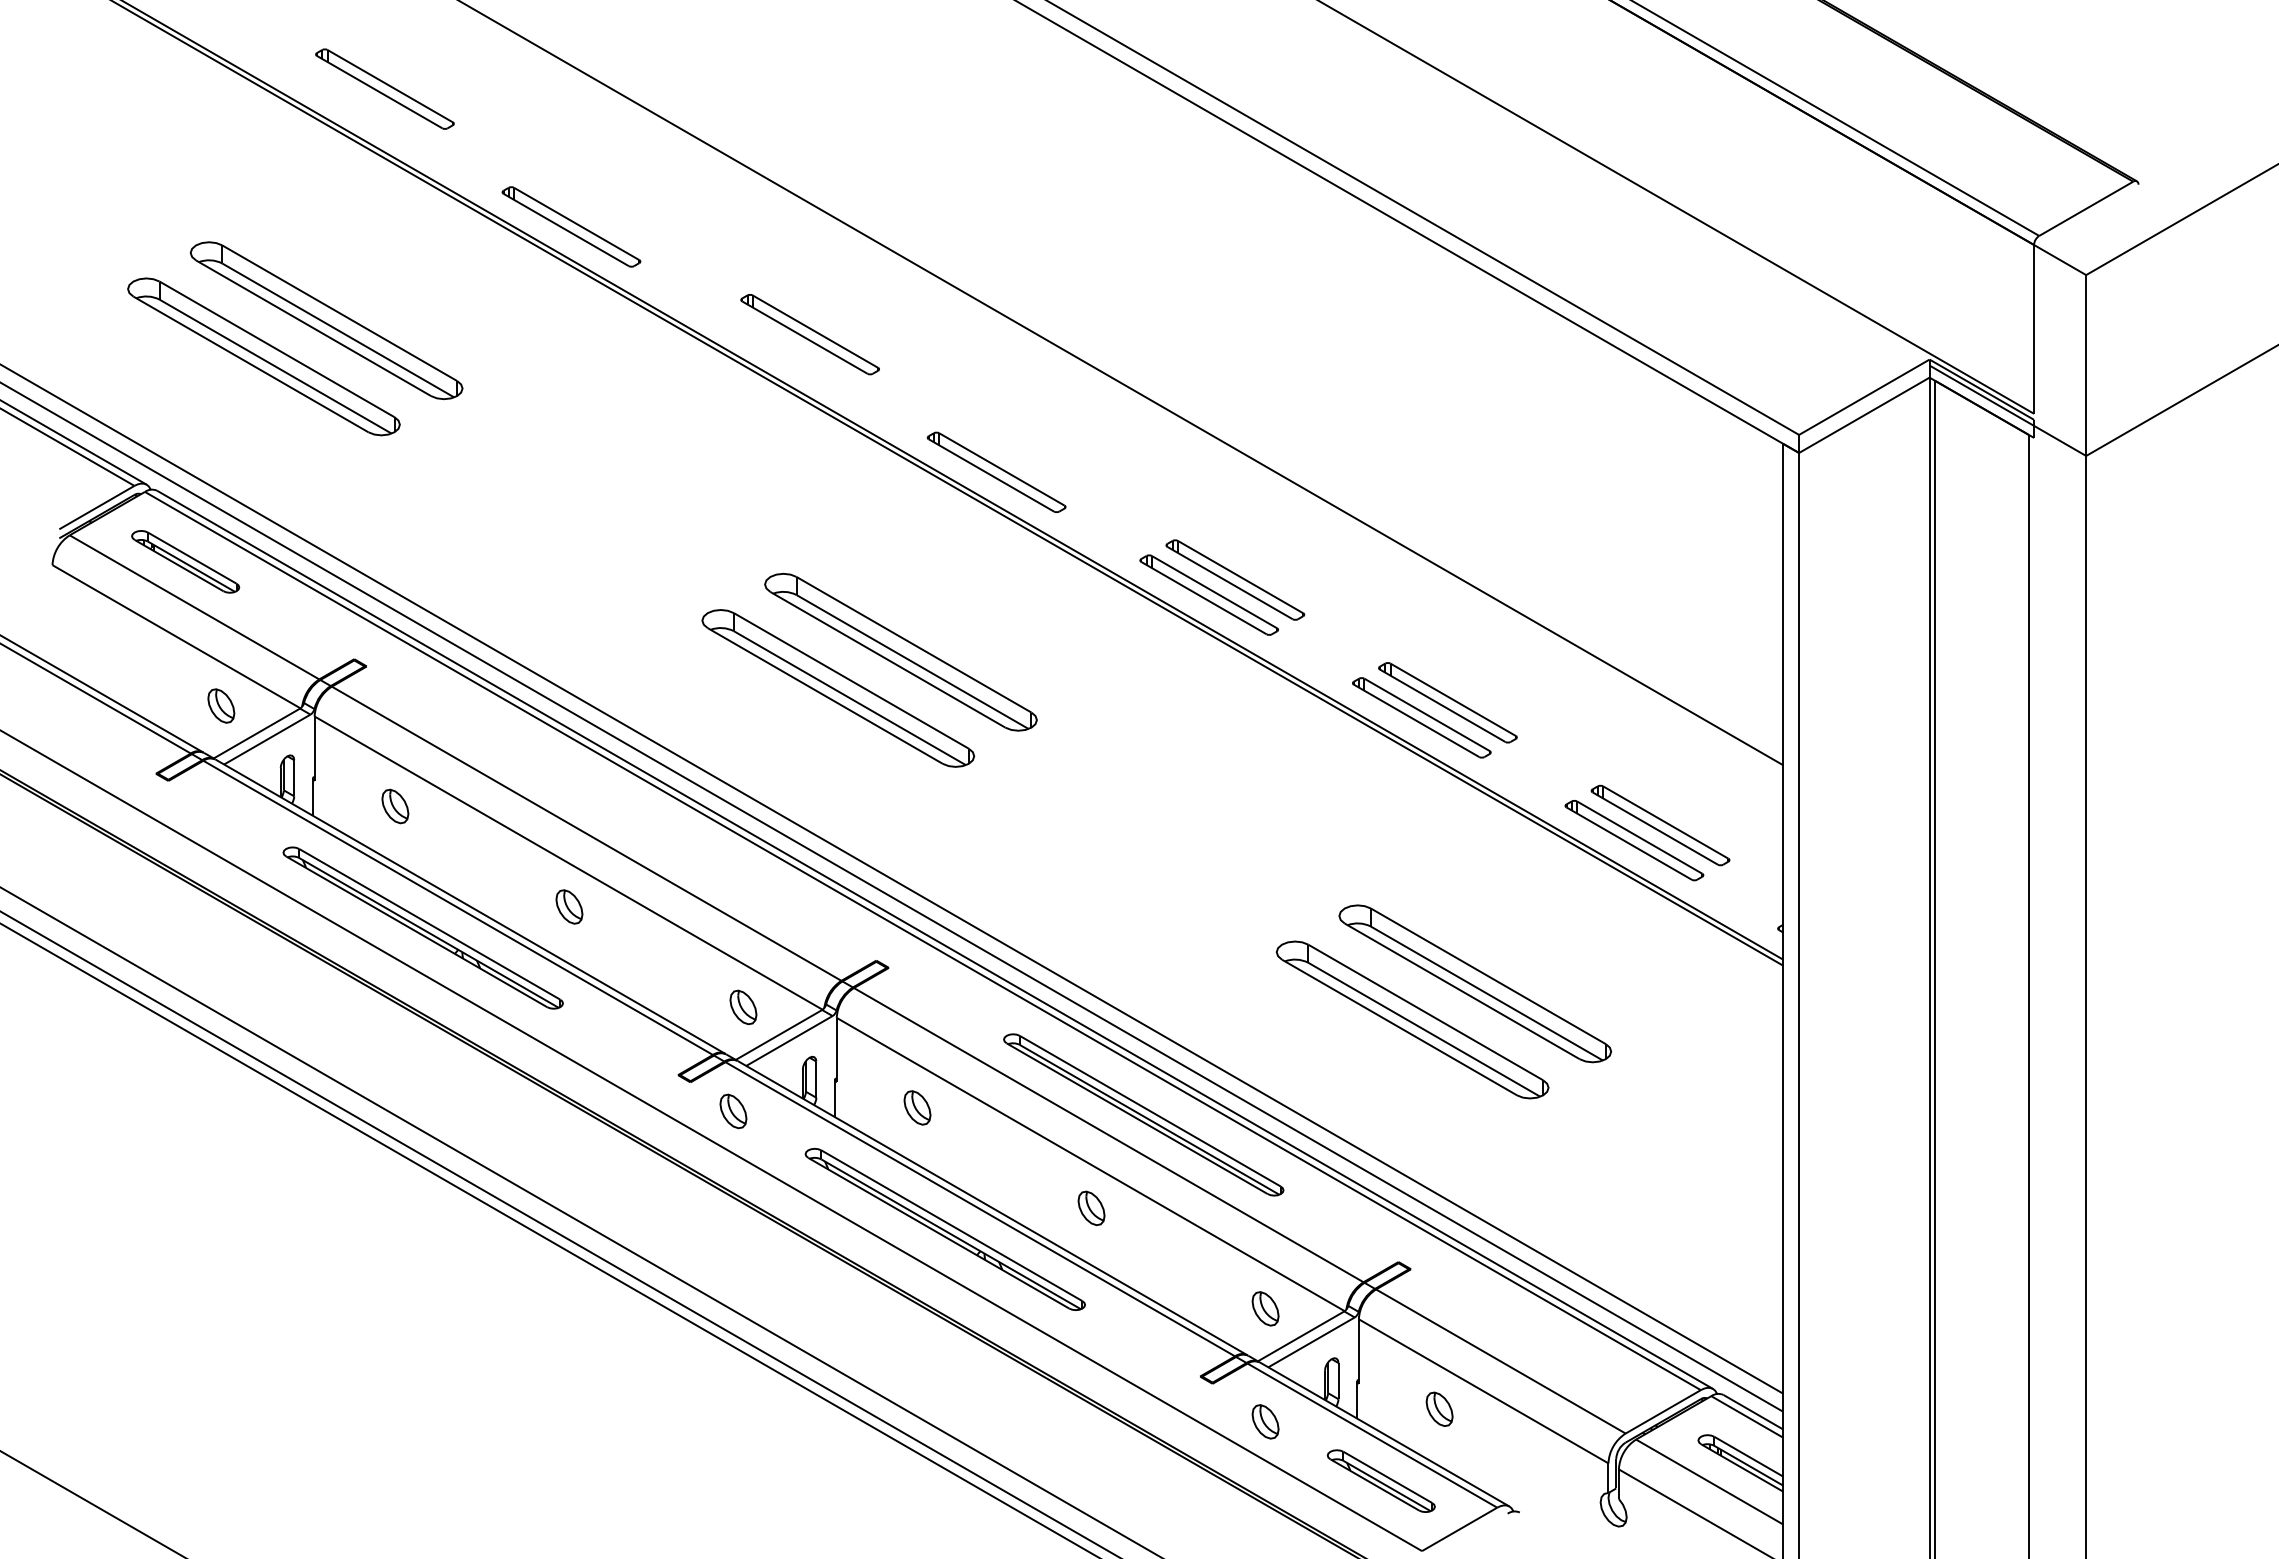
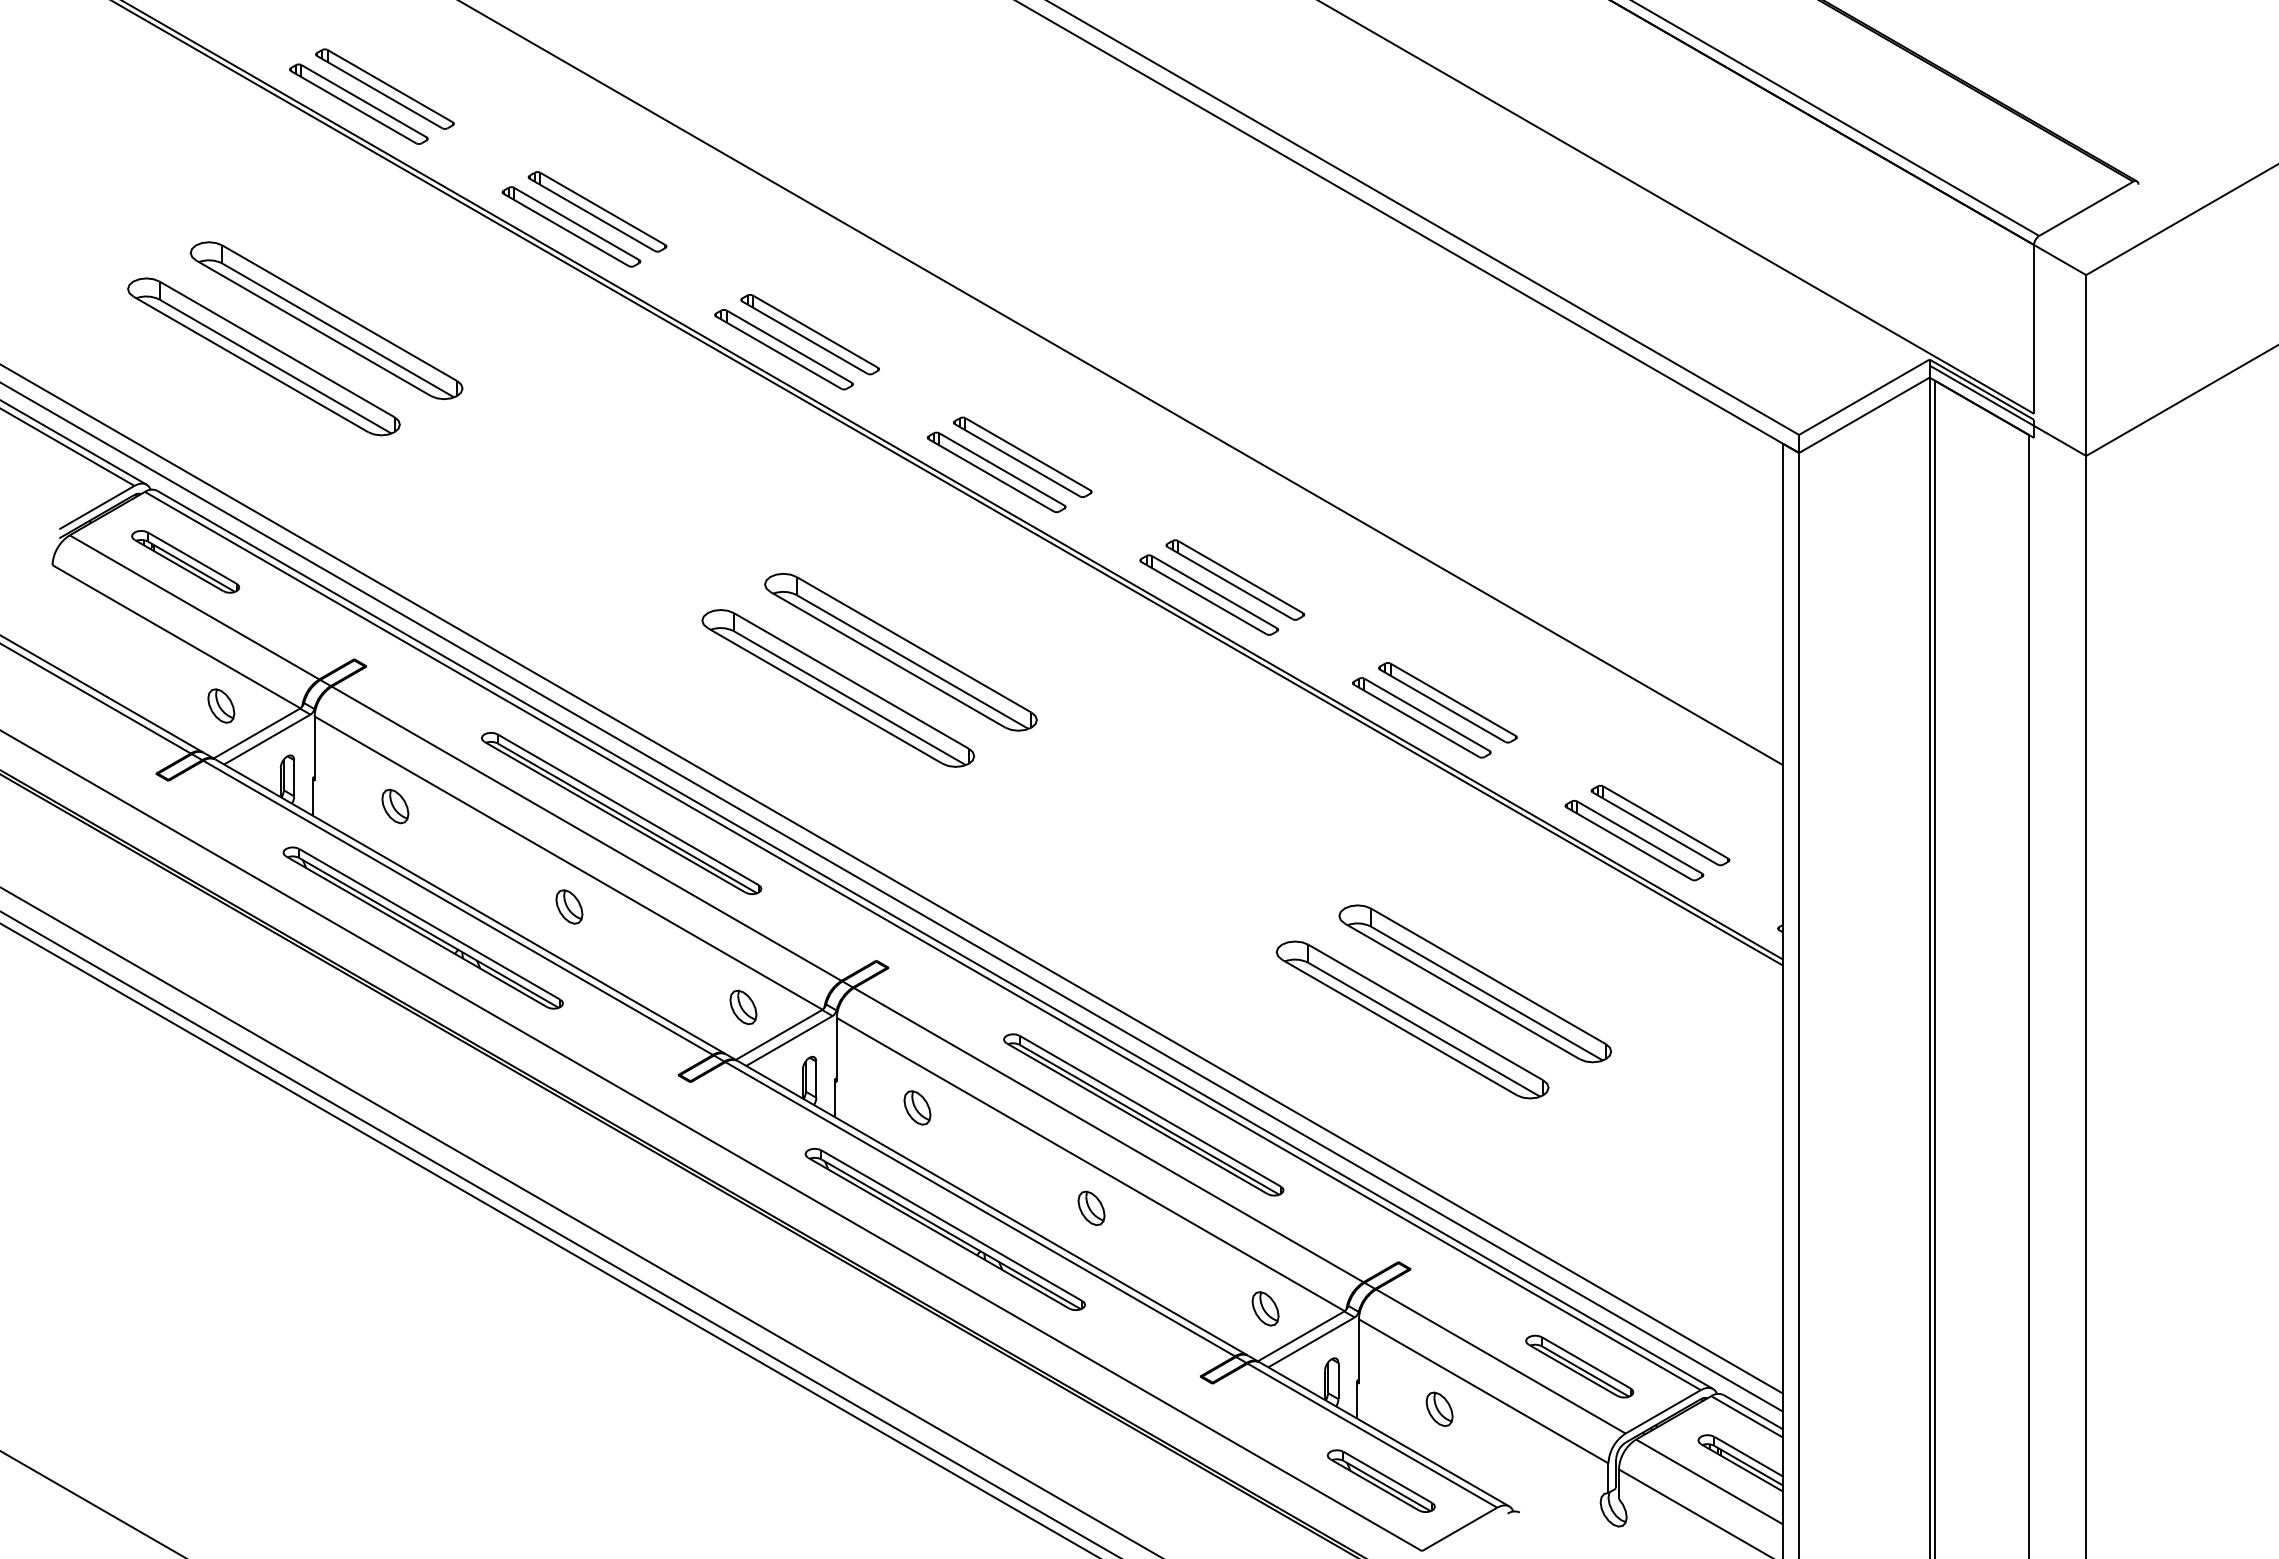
part at (358, 103): none -> present
part at (597, 211): none -> present
part at (783, 349): none -> present
part at (1022, 456): none -> present
part at (621, 813): none -> present
part at (733, 1111): present -> none
part at (1579, 1366): none -> present
part at (1265, 1421): present -> none
